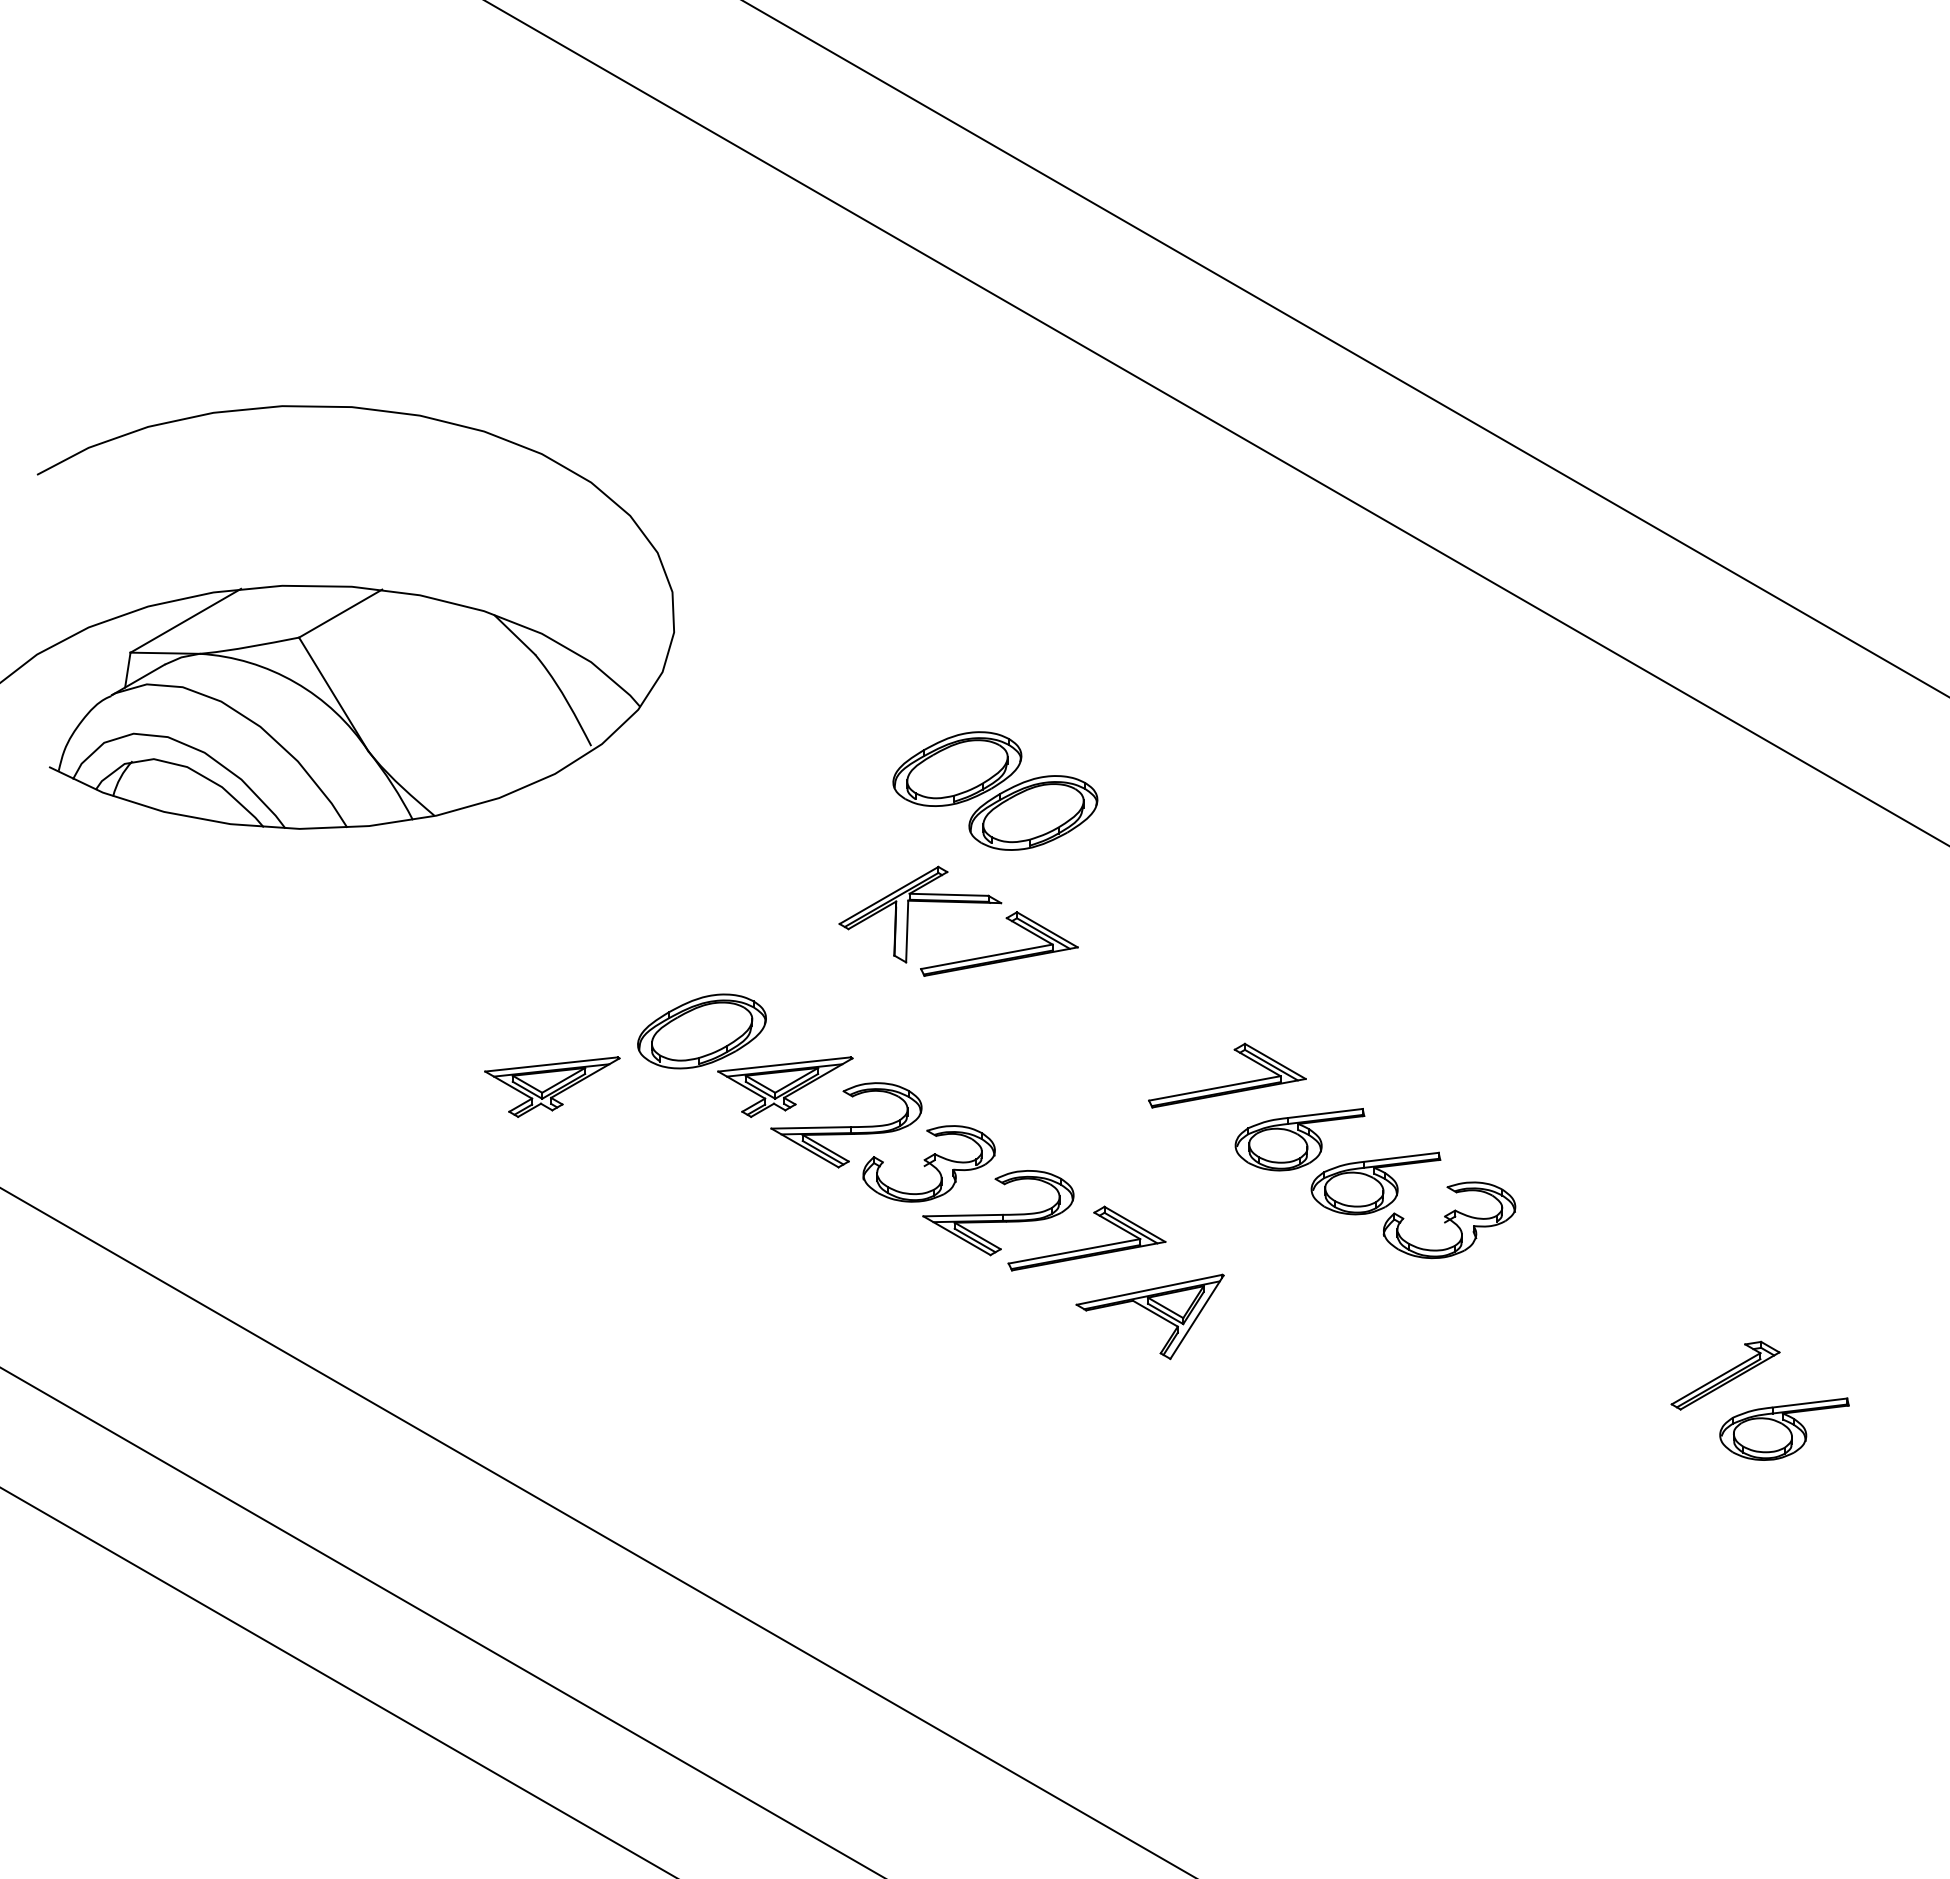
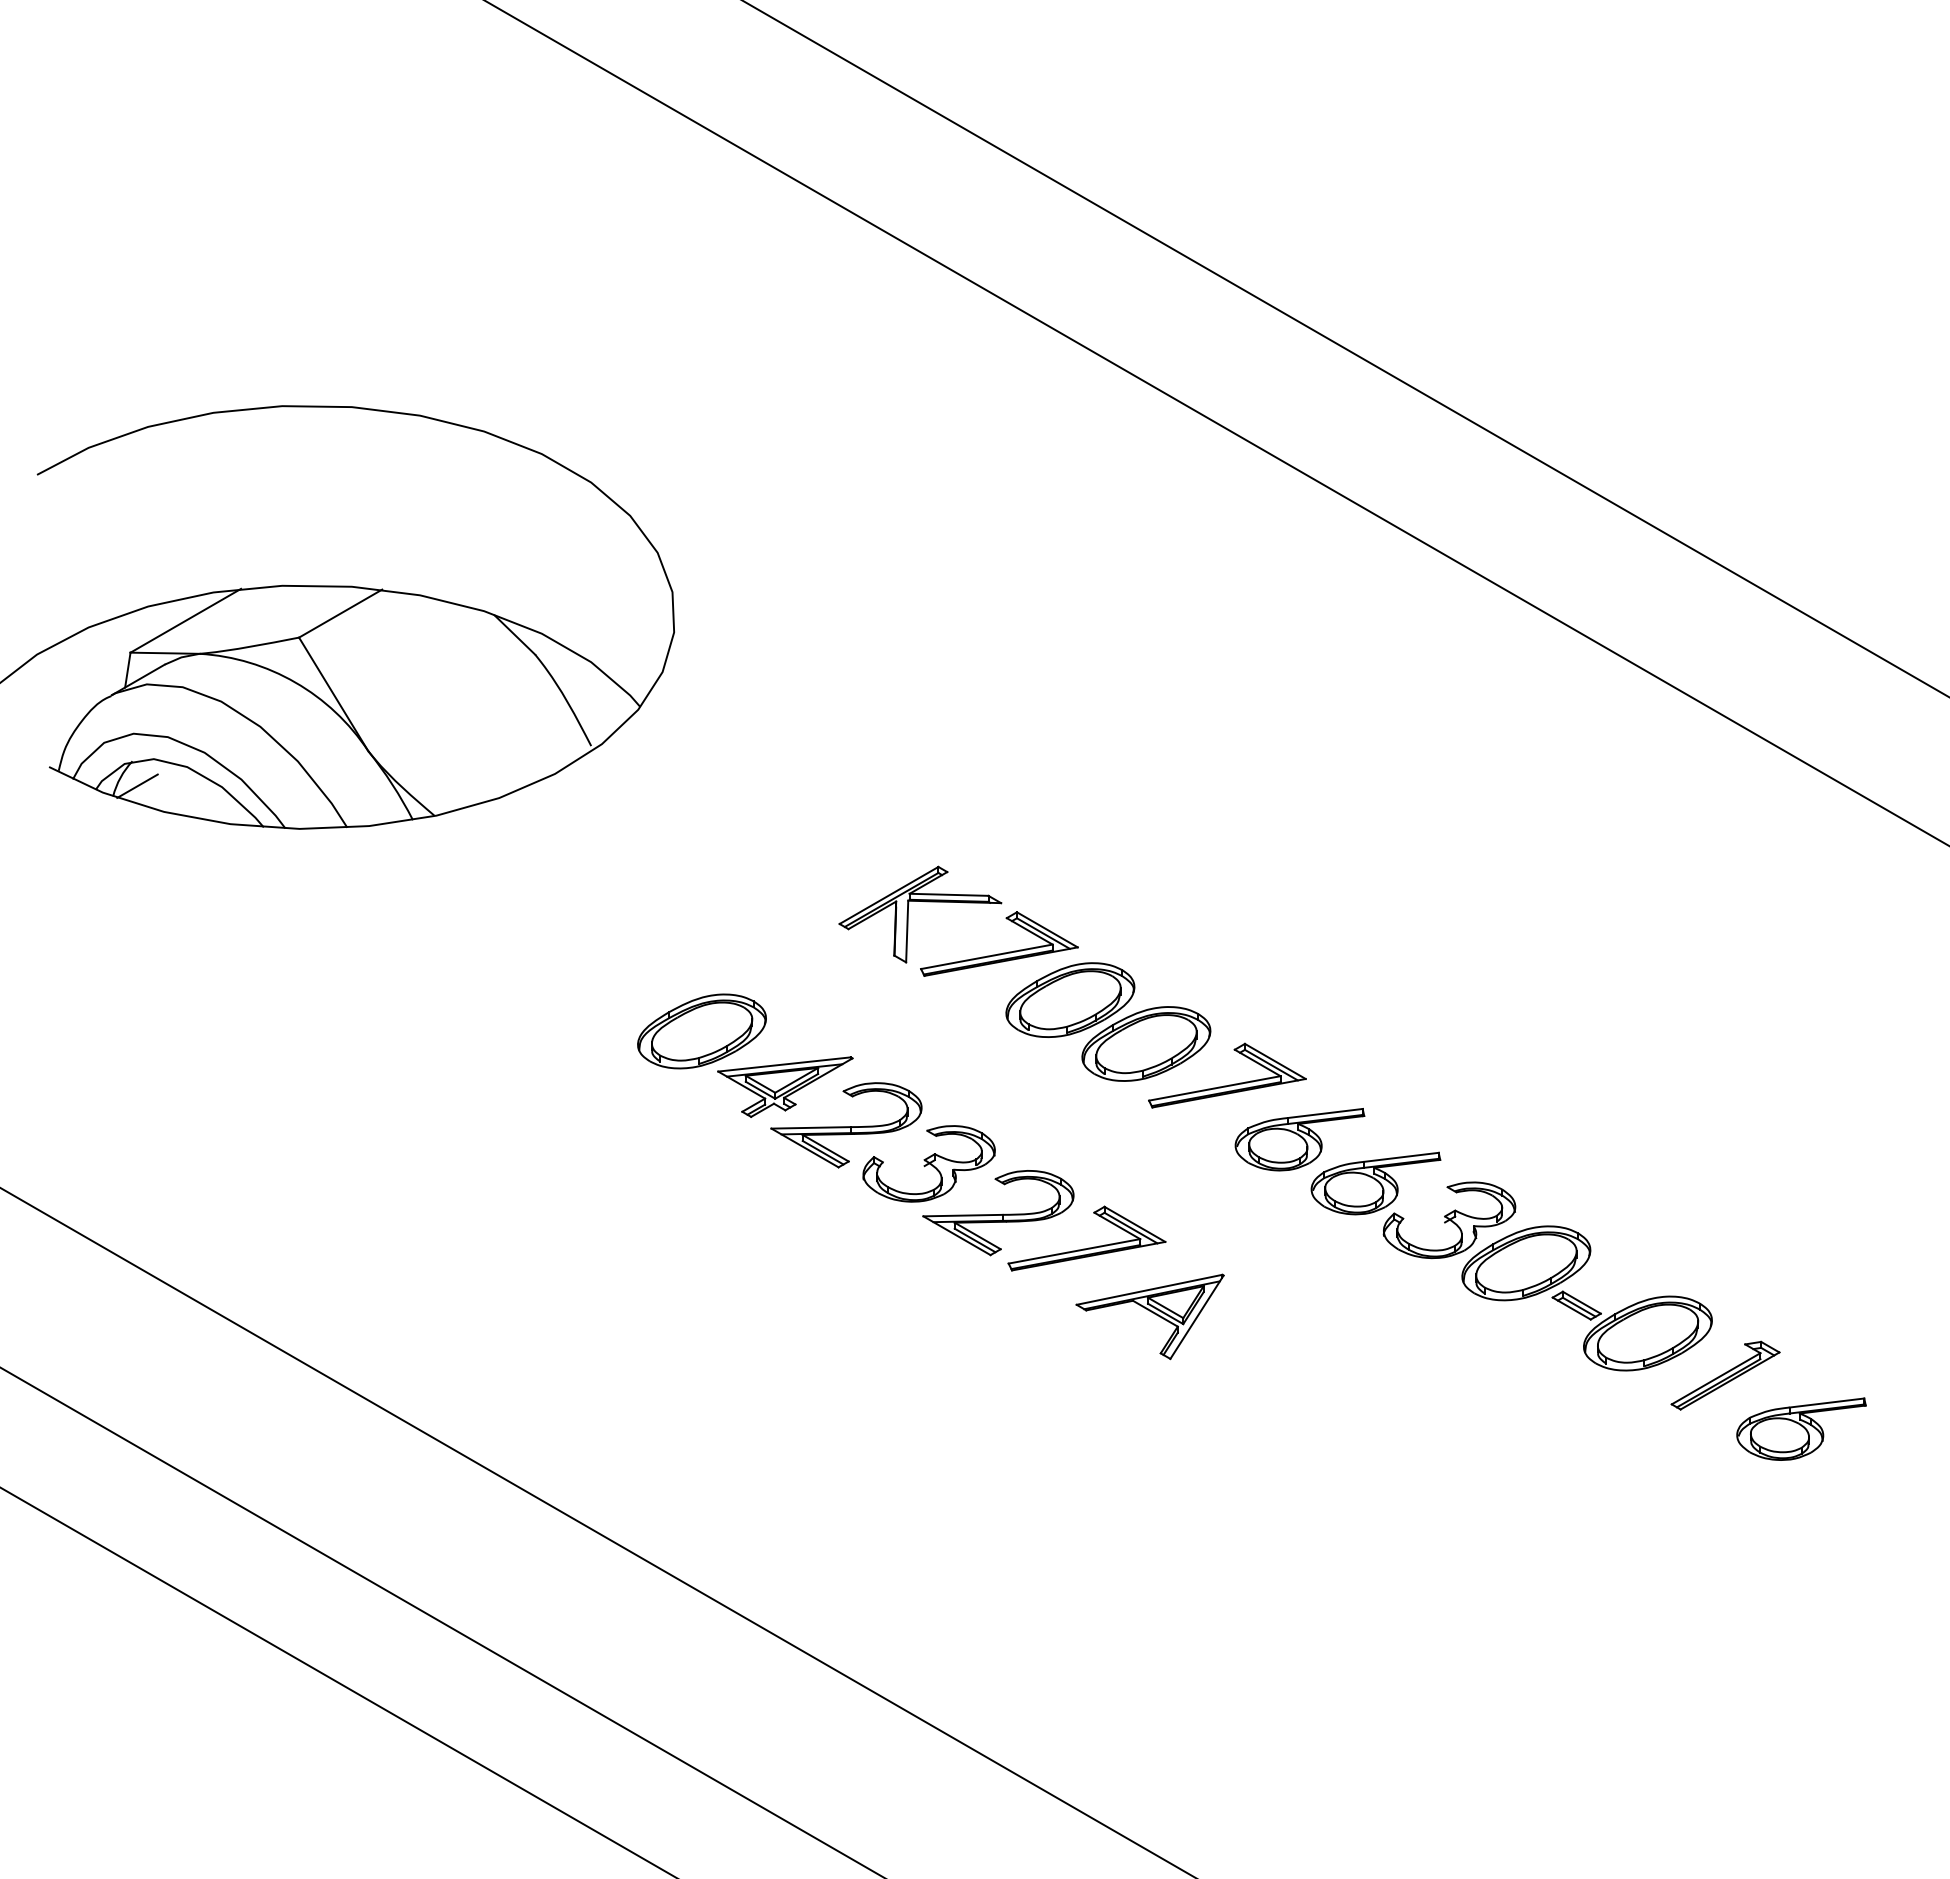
line at (137, 785): none -> present
part at (995, 790) position: (995, 790) -> (1108, 1021)
part at (552, 1086): present -> none
part at (1586, 1298): none -> present
part at (1784, 1428) position: (1784, 1428) -> (1801, 1428)
